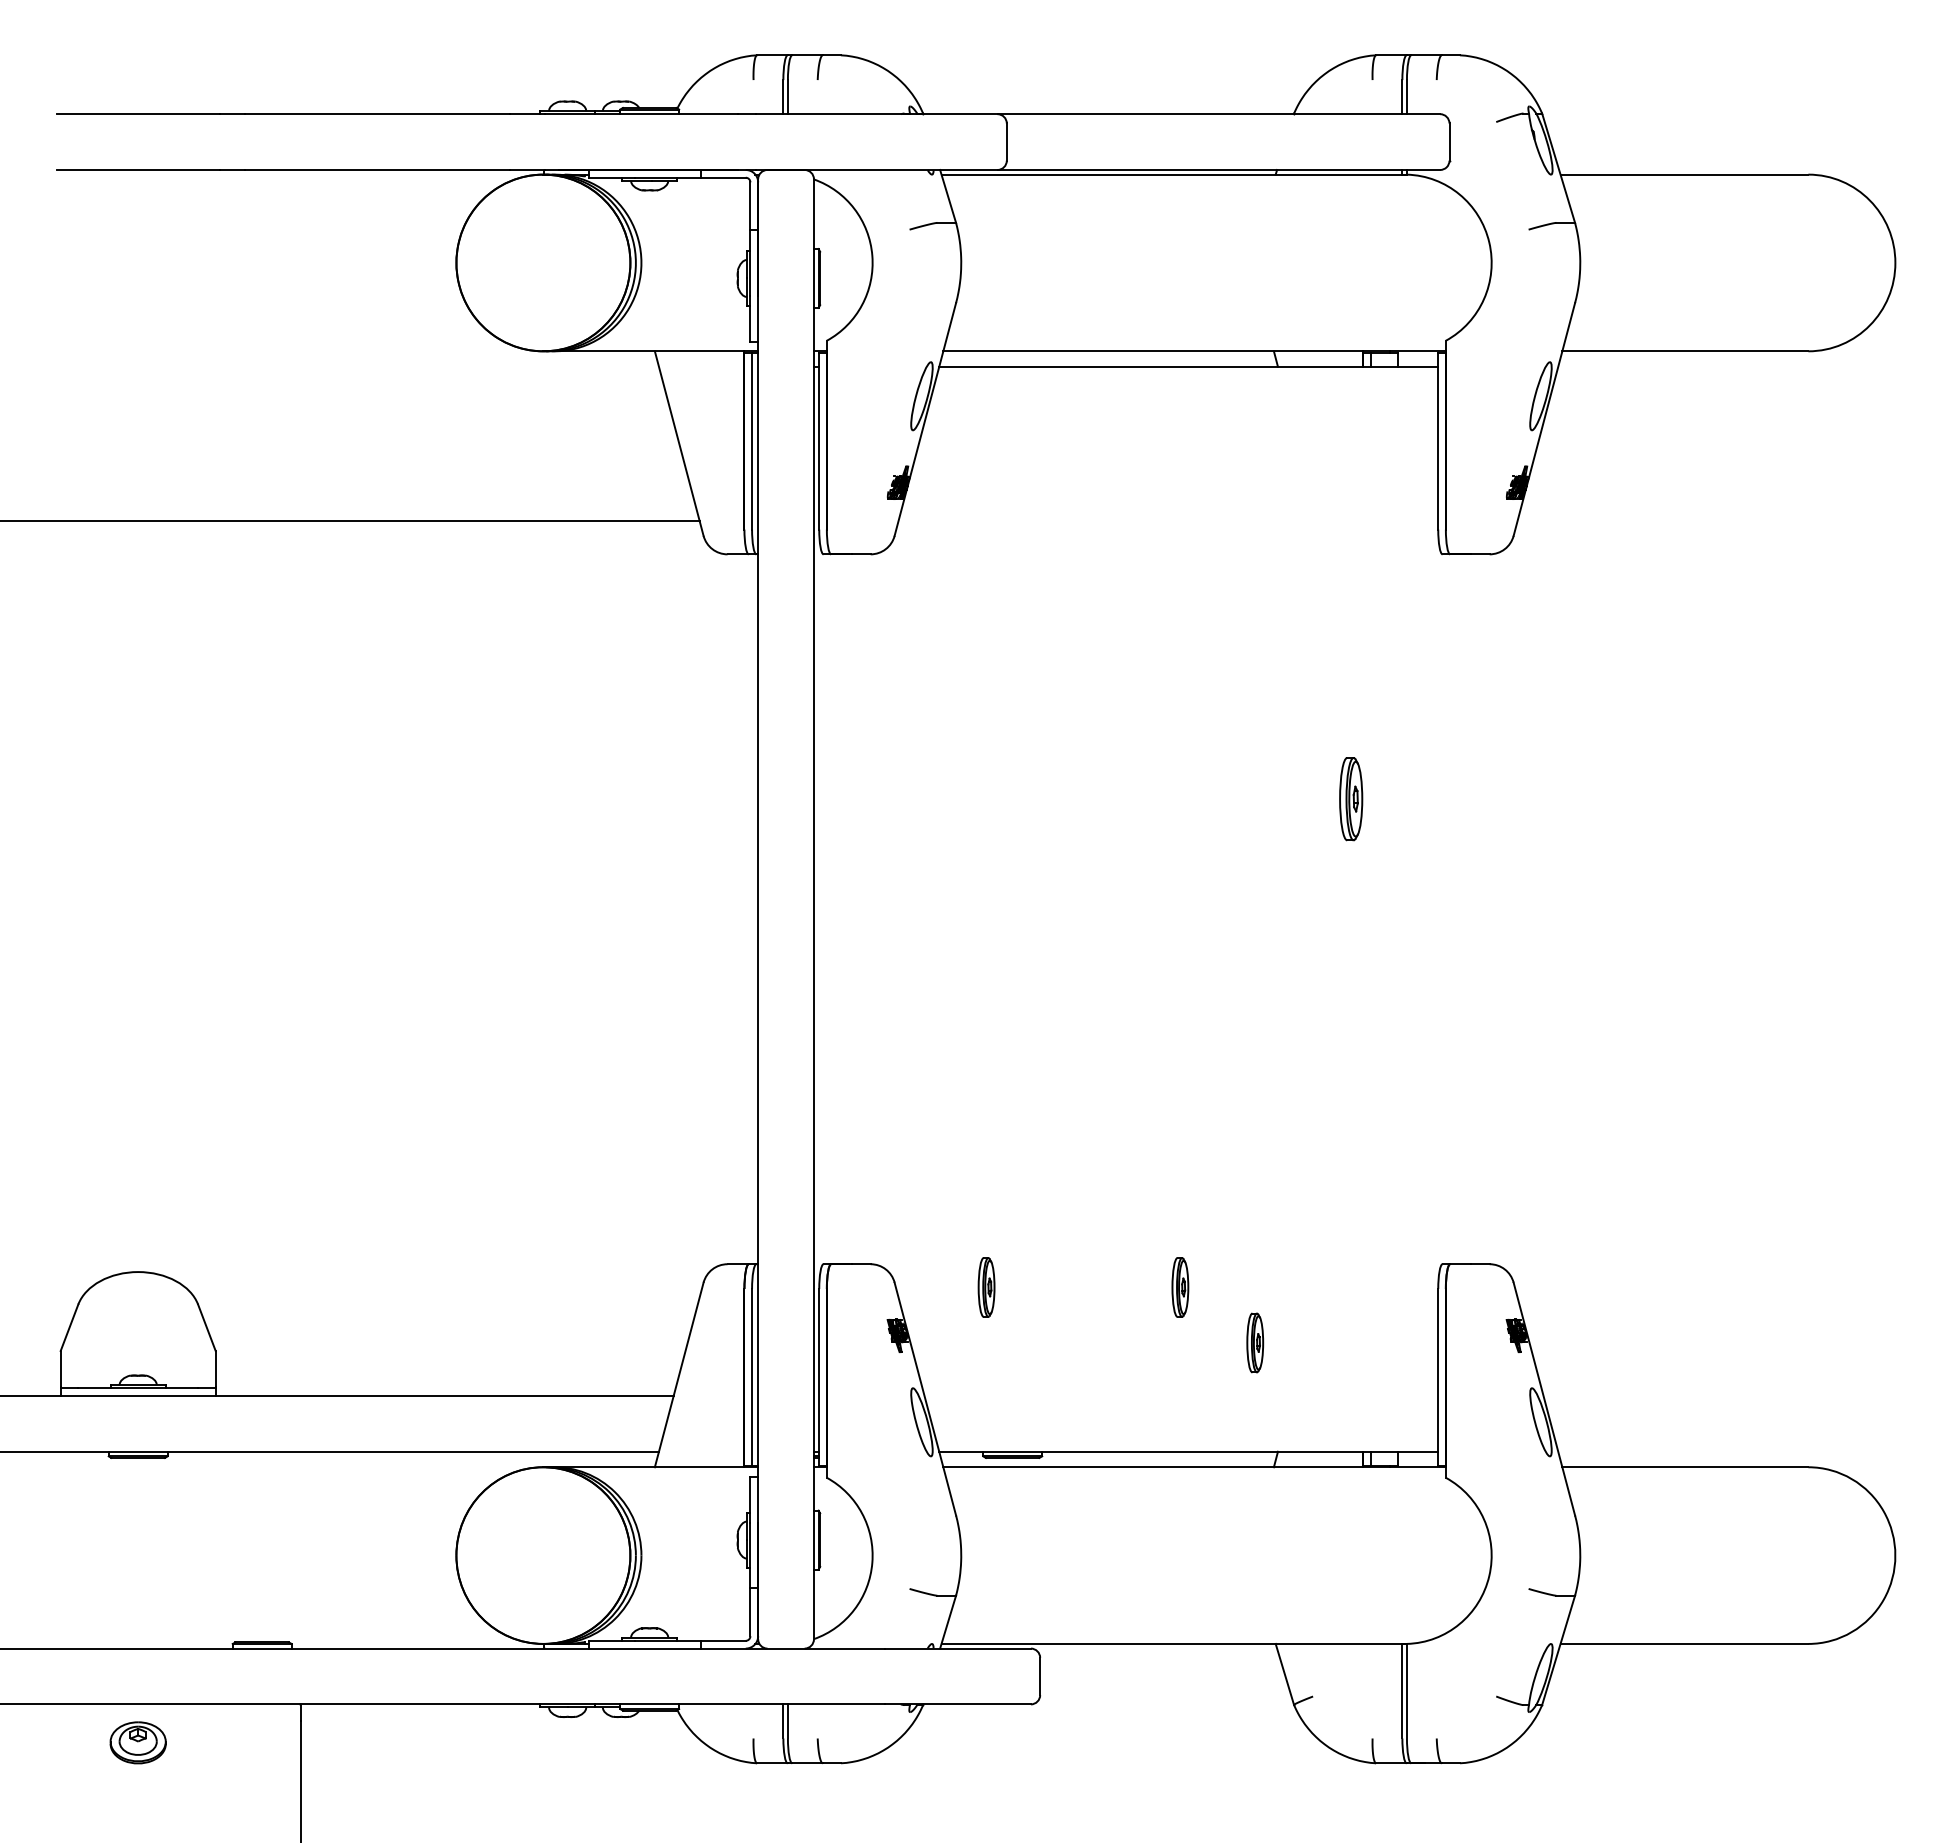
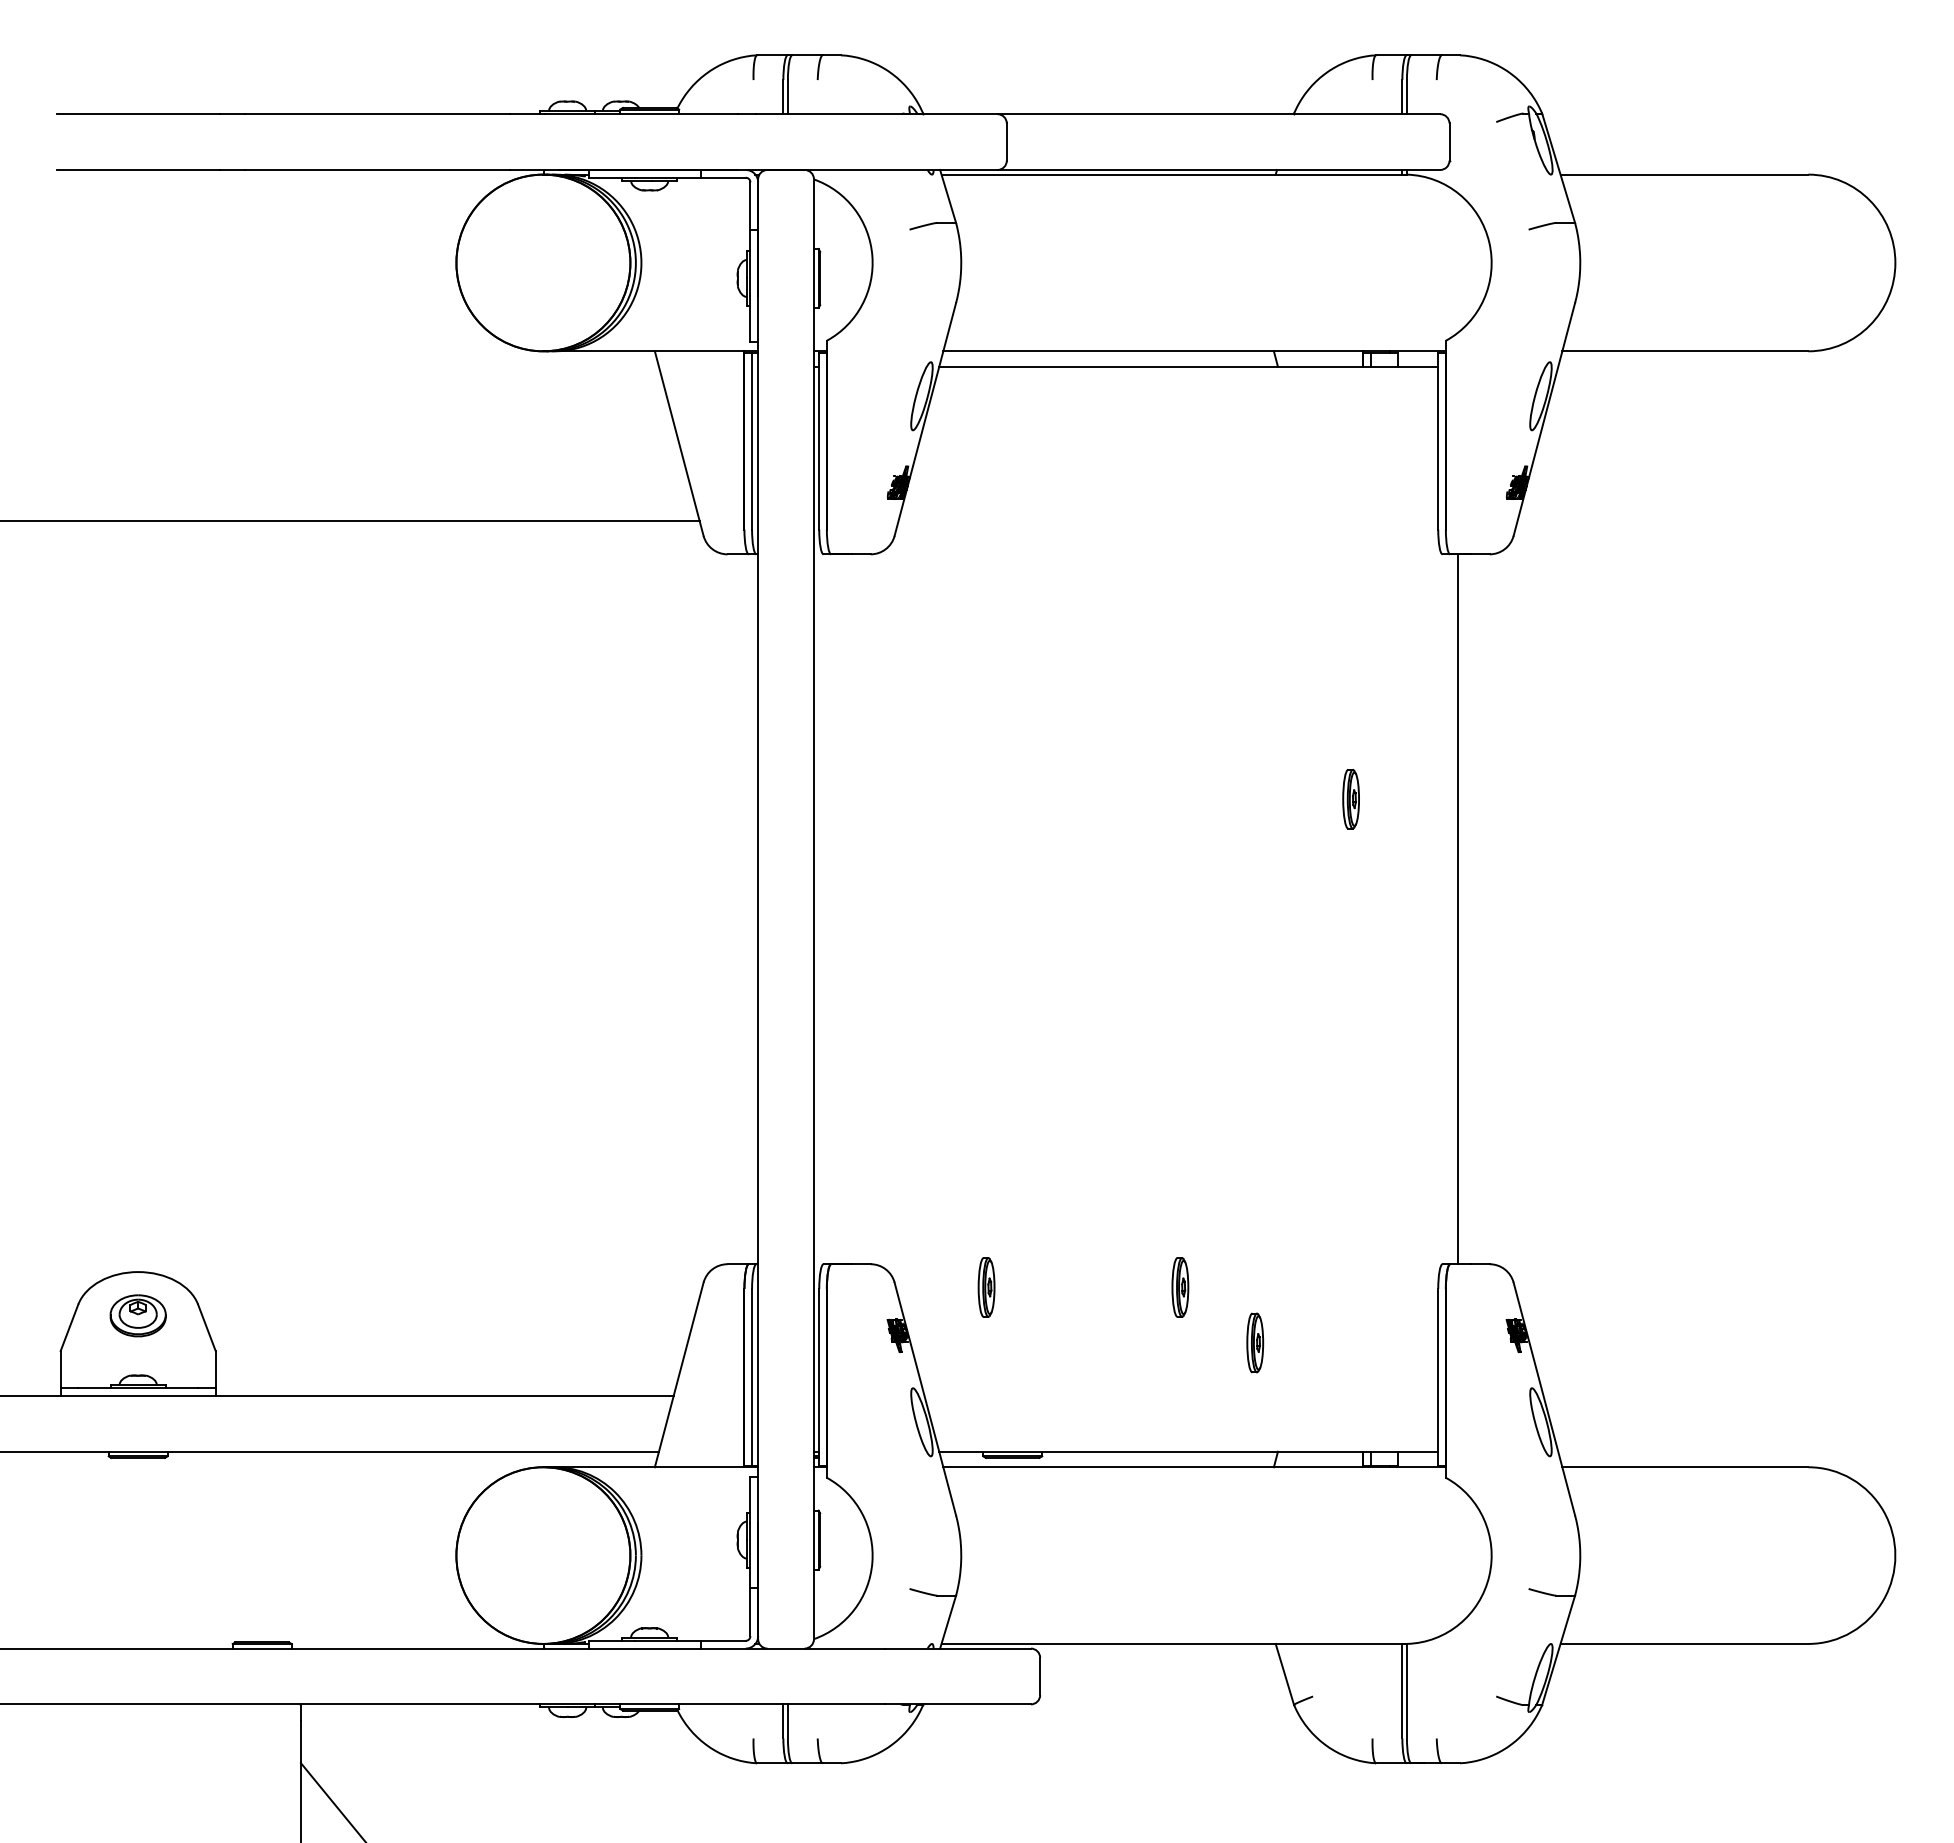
part at (1351, 799) size: 25x85 px -> 18x61 px
line at (1457, 909): none -> present
part at (137, 1742) position: (137, 1742) -> (137, 1315)
line at (331, 1801): none -> present
